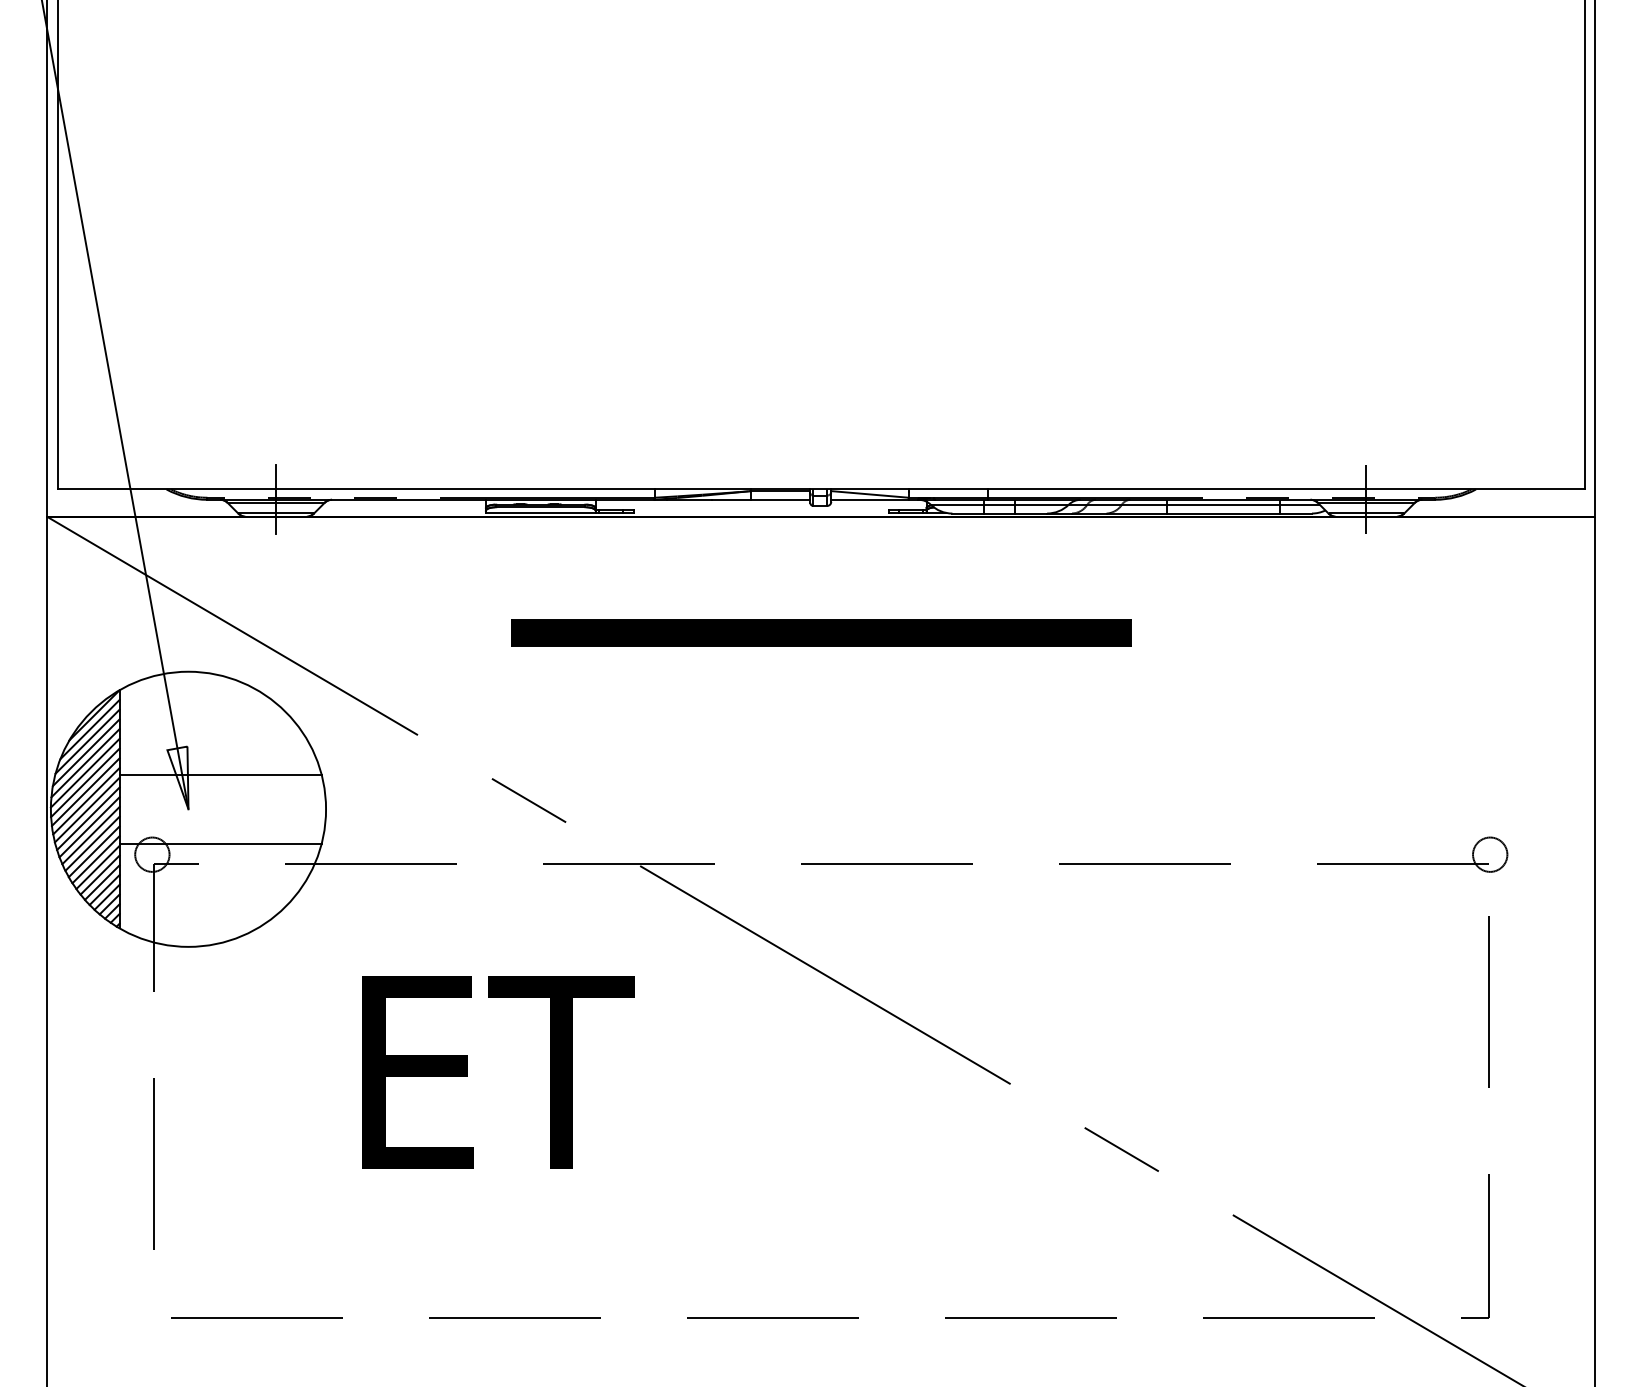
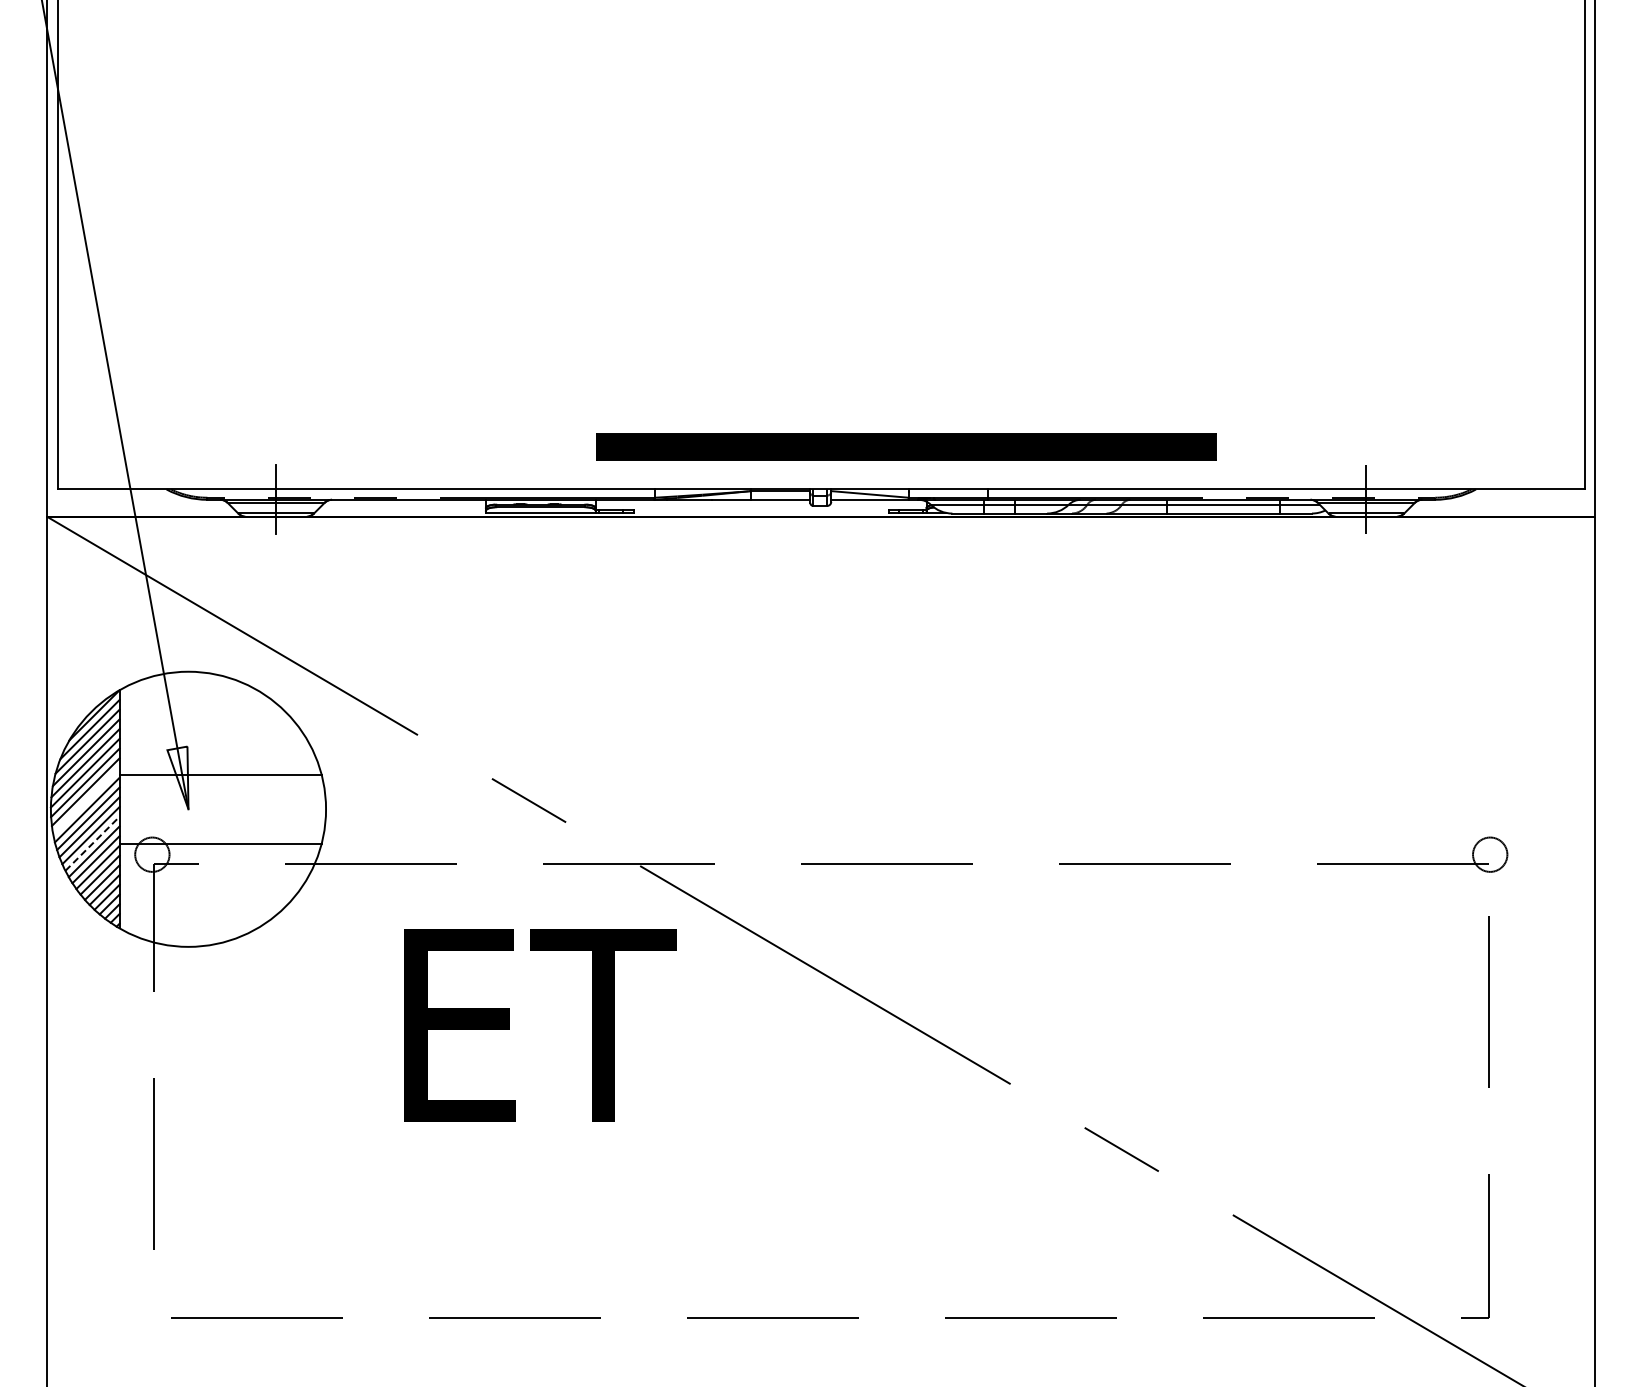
part at (821, 632) position: (821, 632) -> (906, 446)
line at (86, 800): present -> none
line at (92, 843): solid -> dashed
text at (498, 1072) position: (498, 1072) -> (540, 1025)
